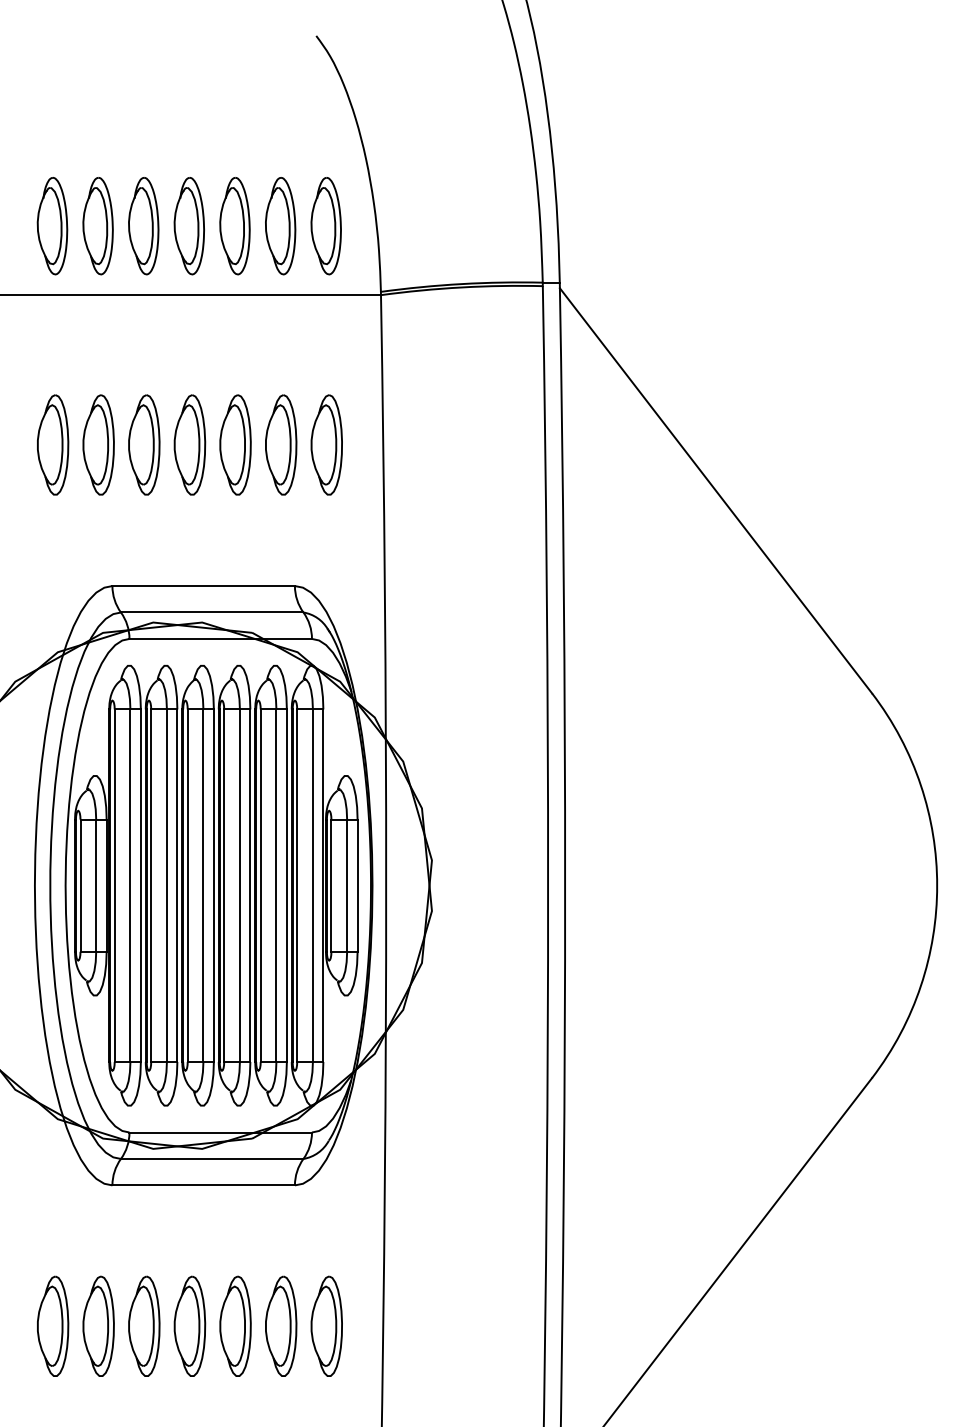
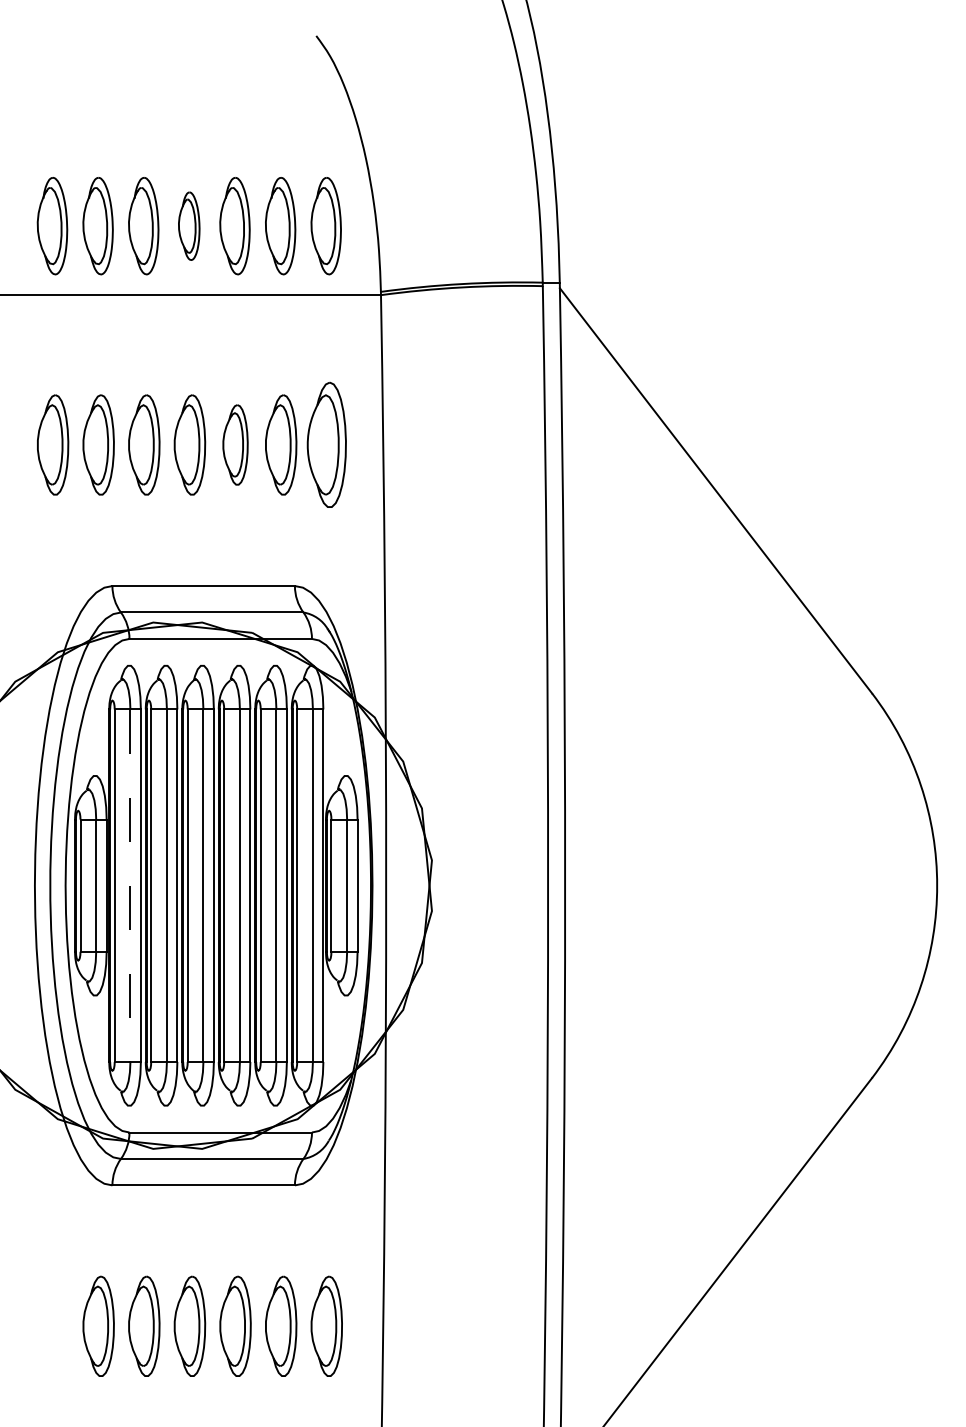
part at (188, 226) size: 32x99 px -> 23x70 px
part at (235, 444) size: 33x102 px -> 27x82 px
part at (326, 444) size: 33x102 px -> 41x127 px
line at (130, 886): solid -> dashed
part at (53, 1325): present -> none
